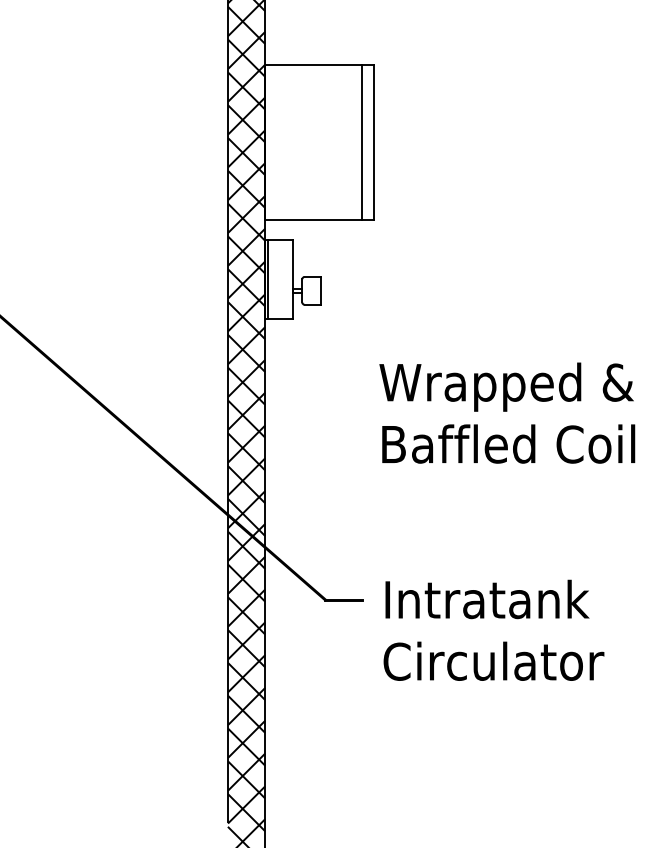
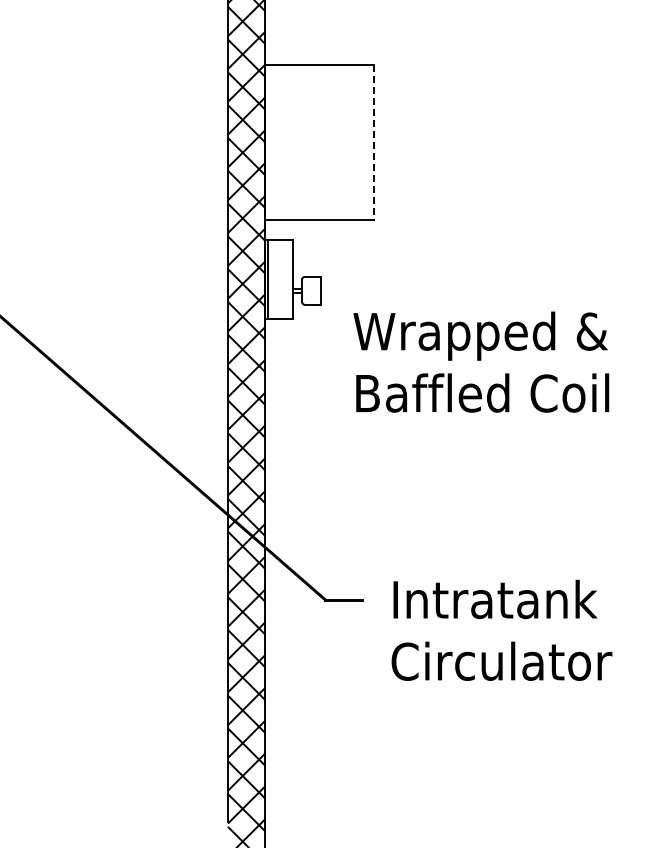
line at (362, 142): present -> none
line at (373, 143): solid -> dashed
text at (507, 412) position: (507, 412) -> (481, 361)
text at (493, 629) position: (493, 629) -> (501, 629)
